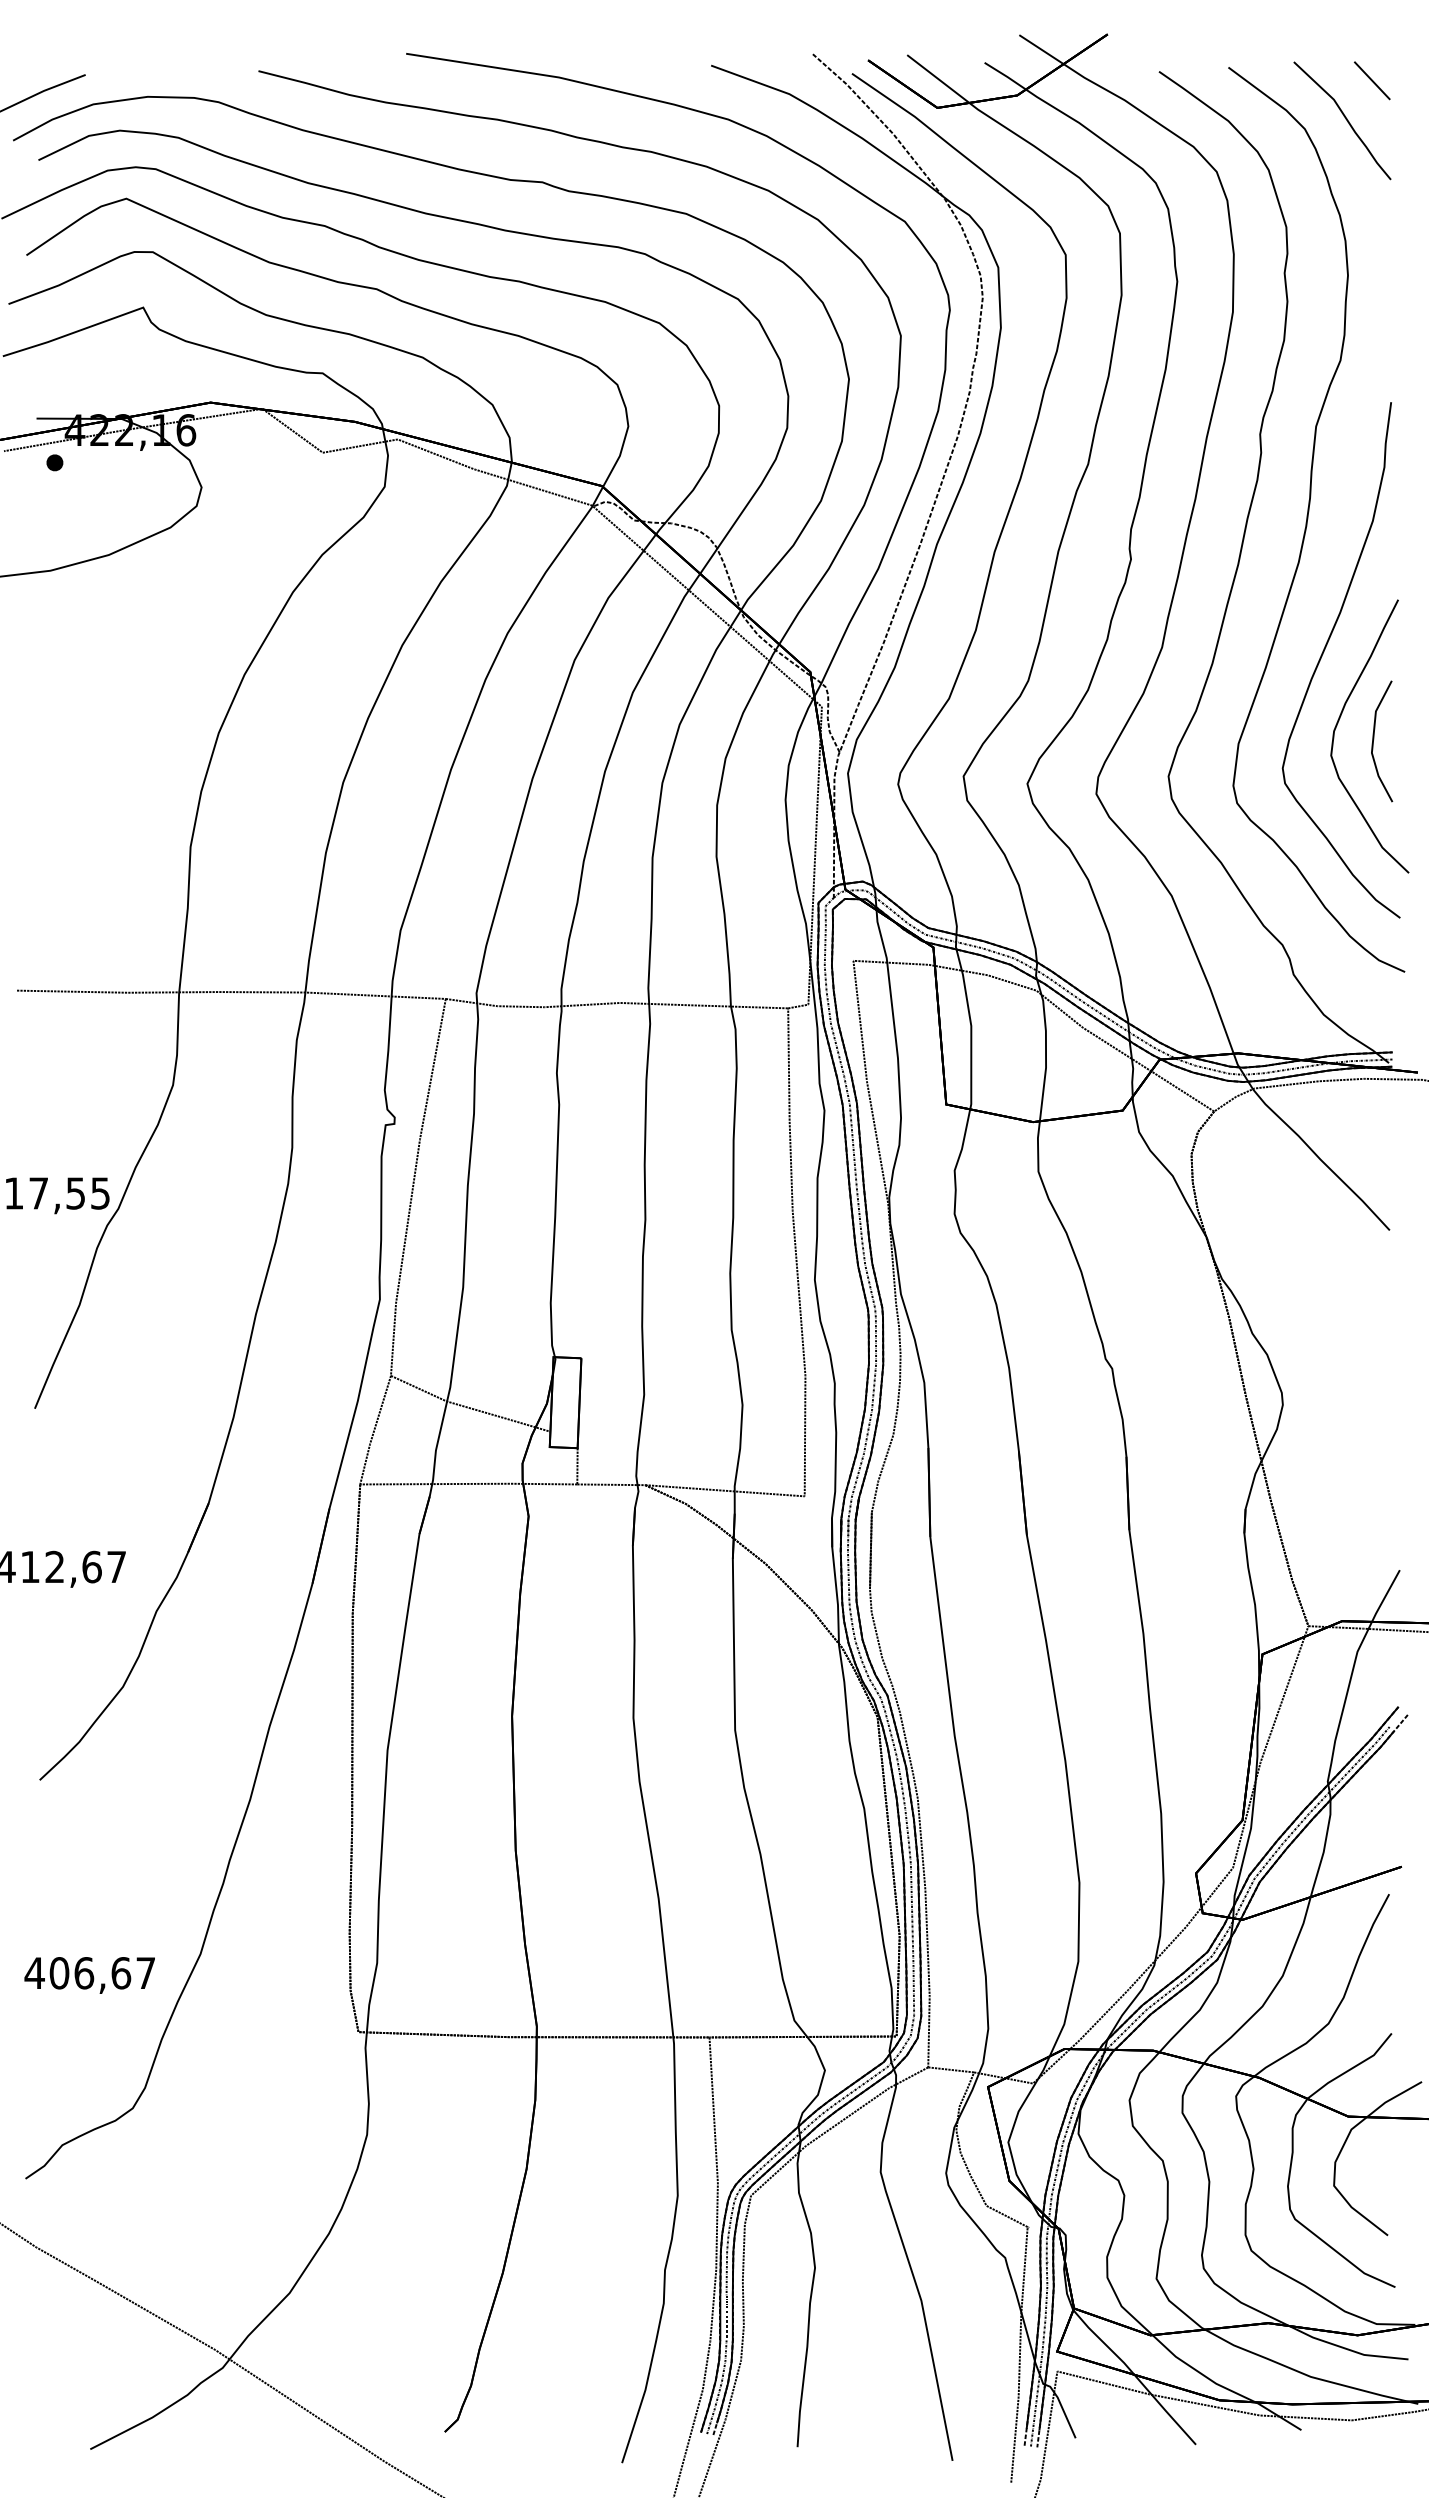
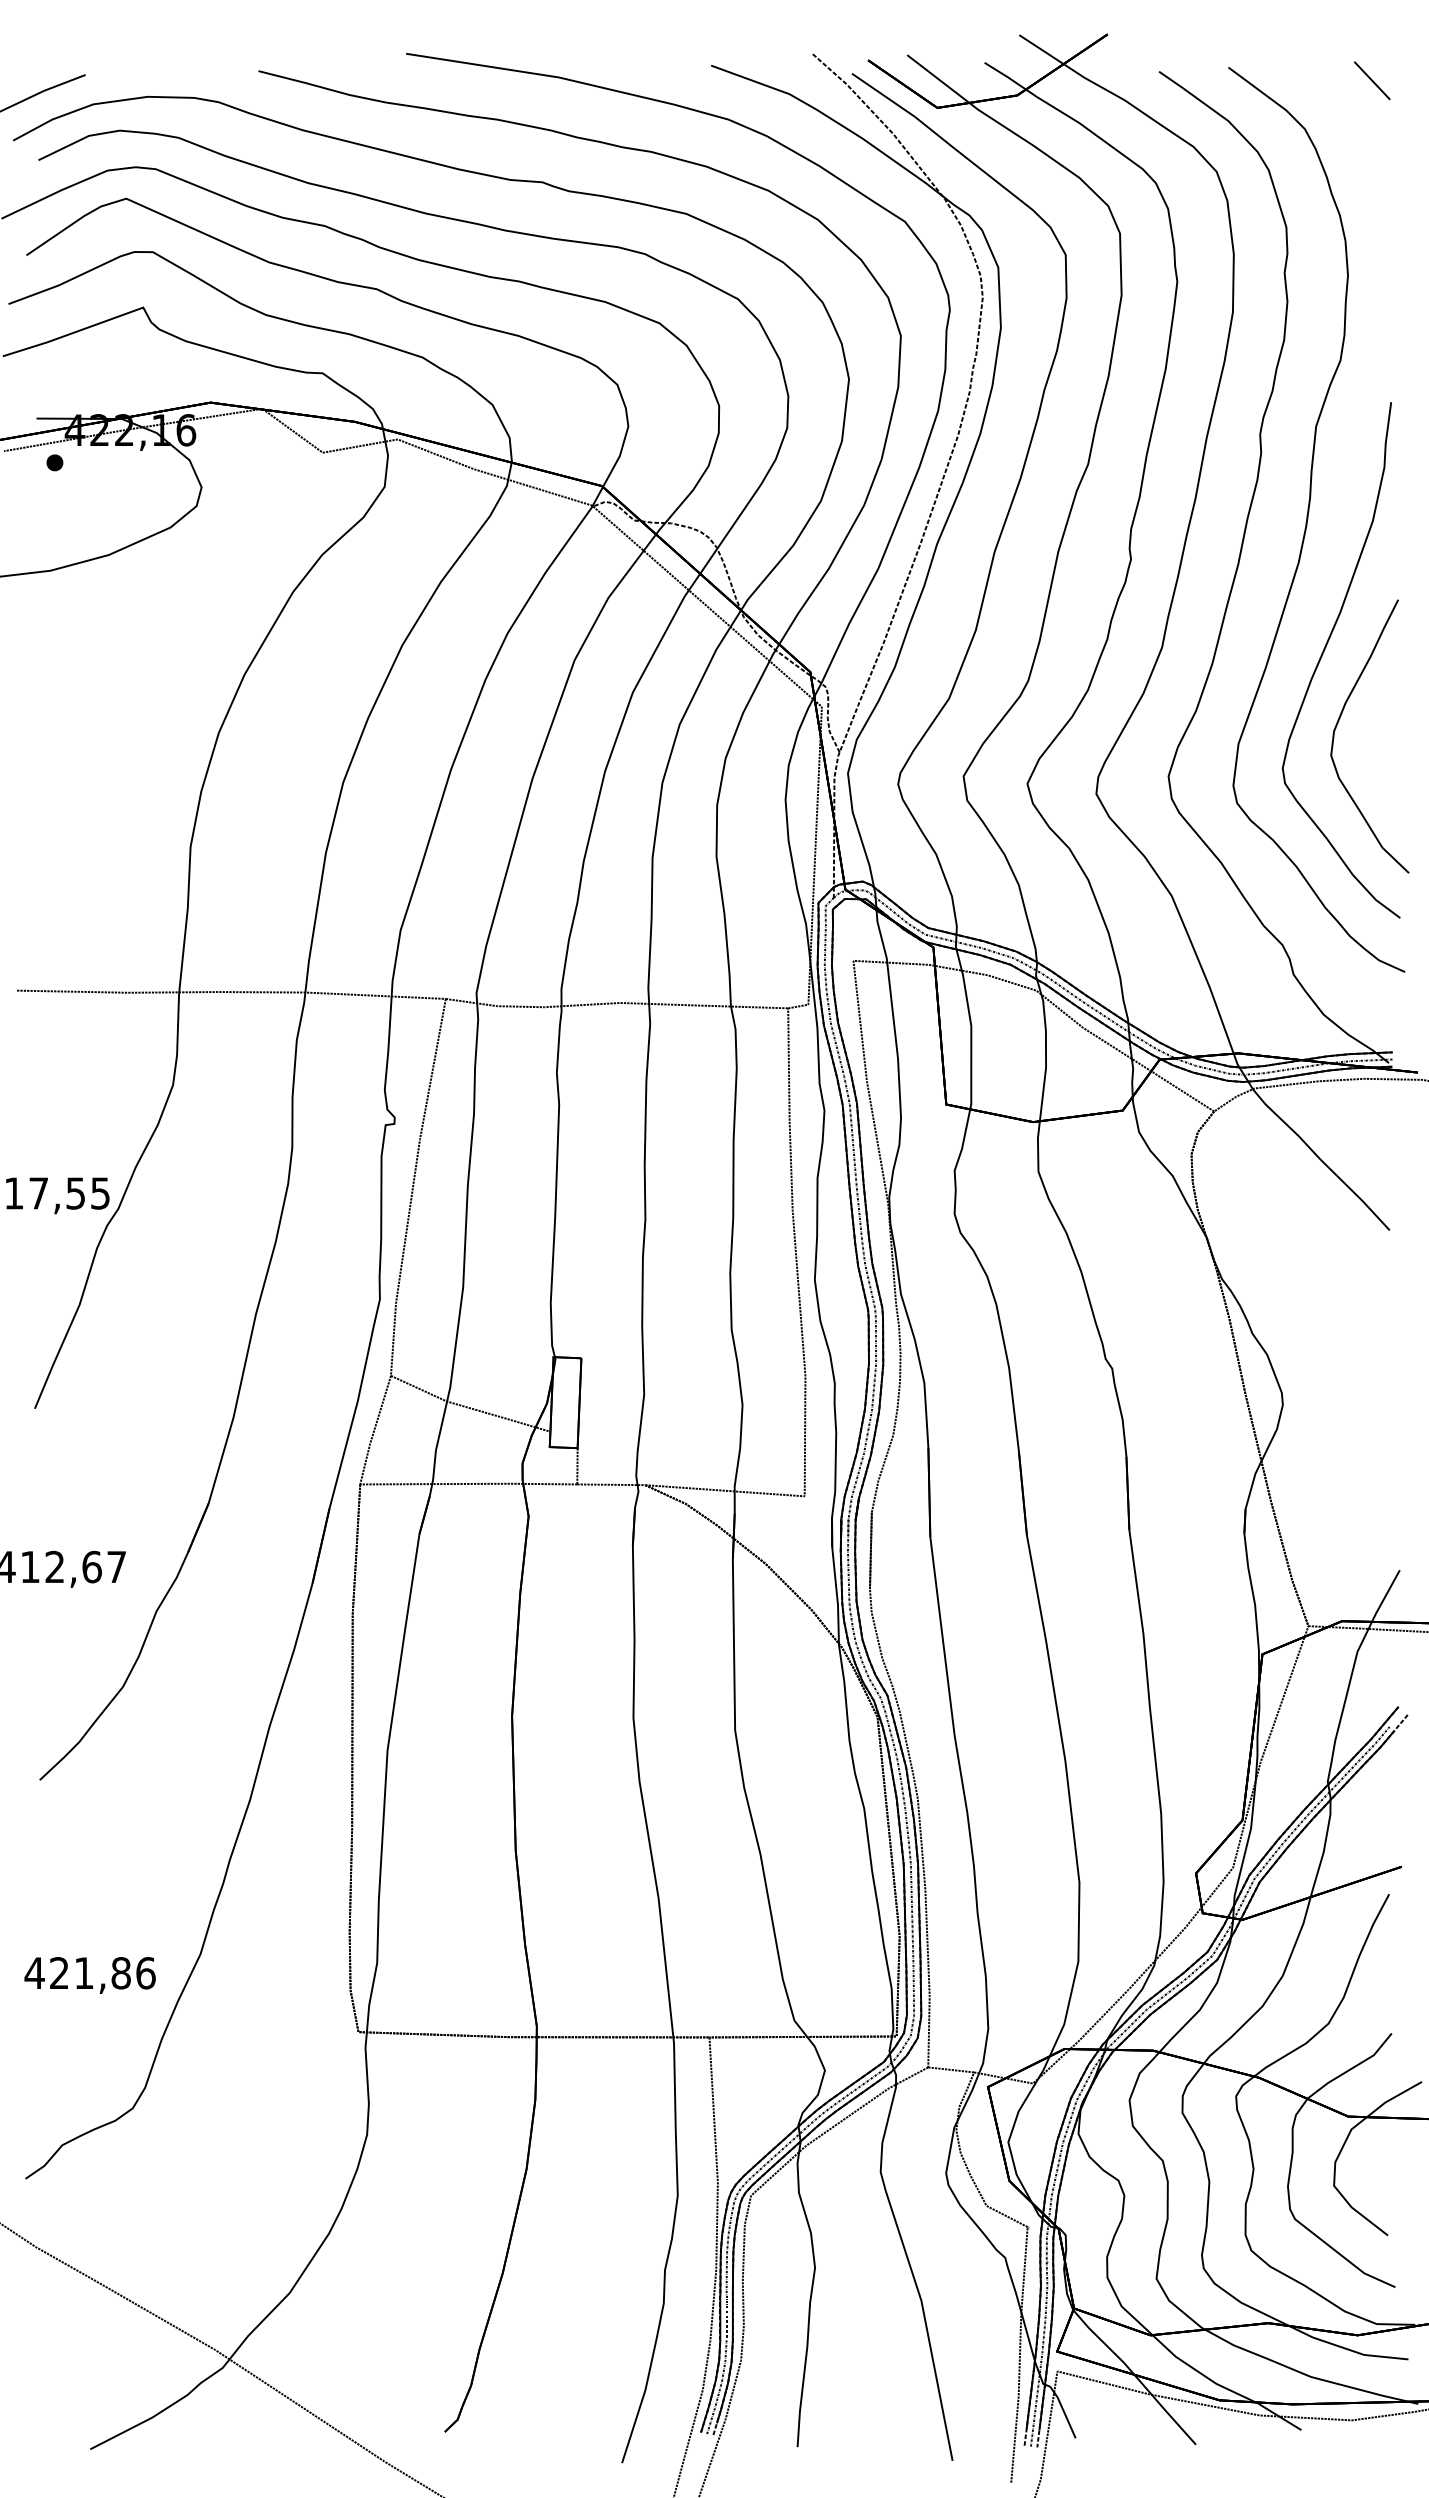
curve at (1345, 119): present -> none
line at (1374, 739): present -> none
text at (102, 1973): 406,67 -> 421,86
